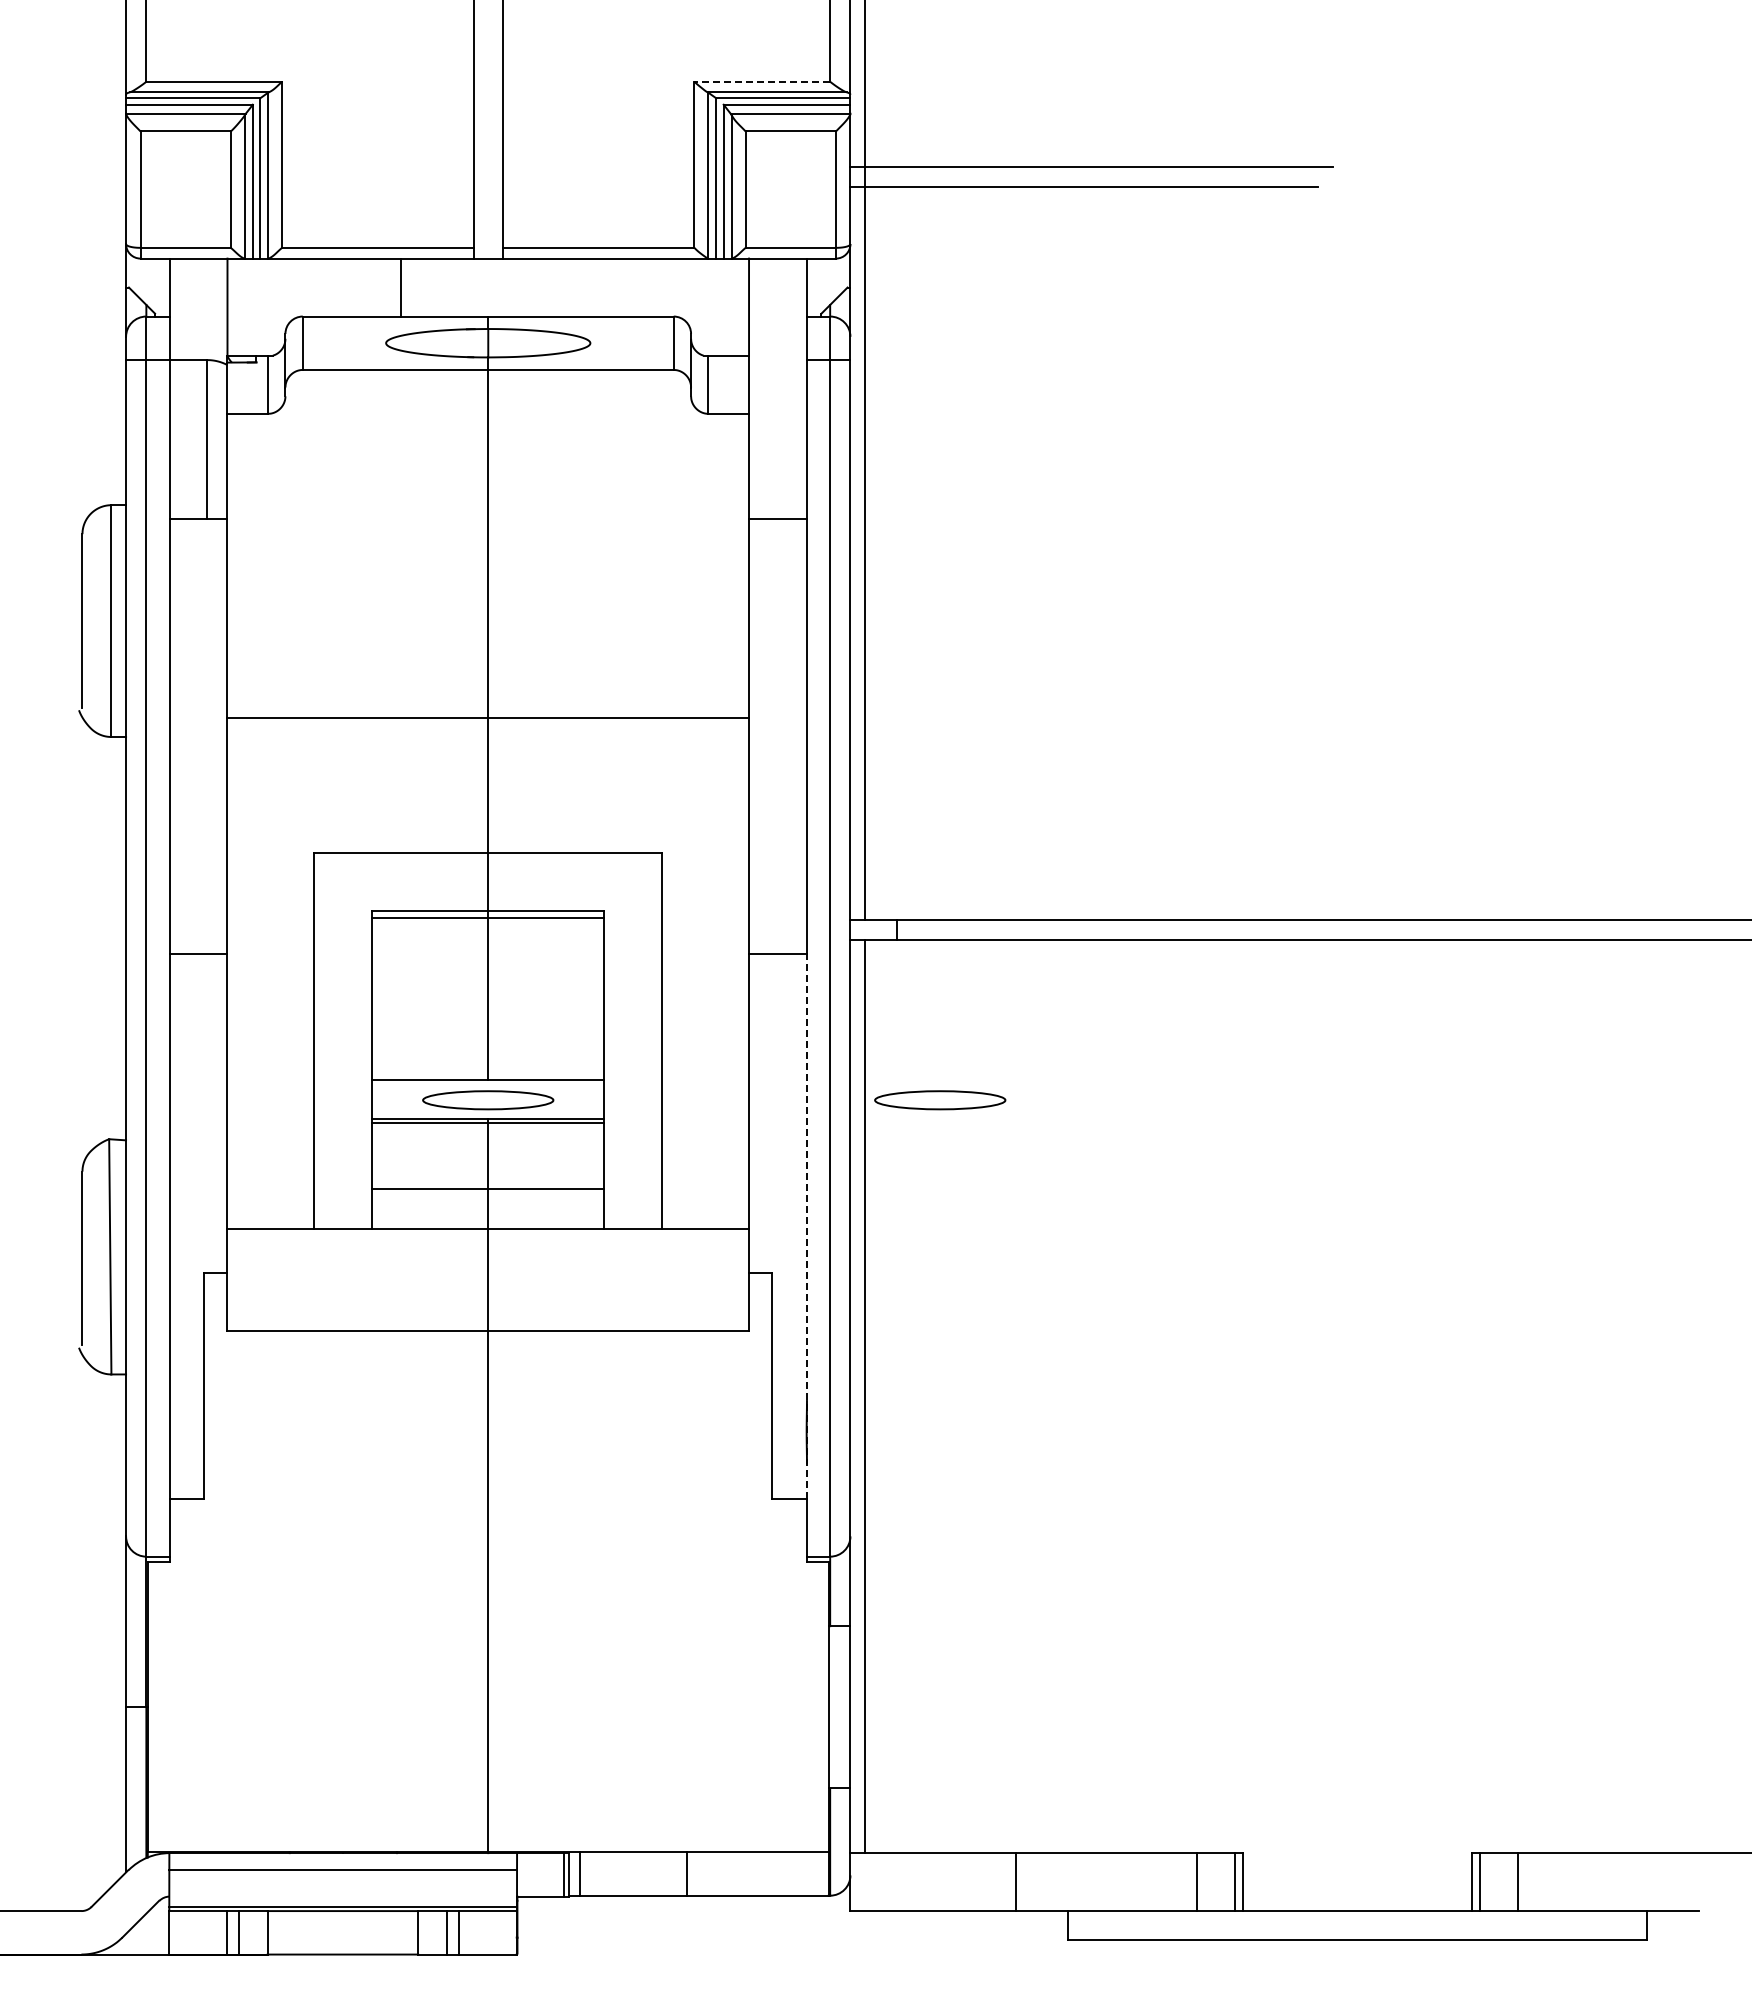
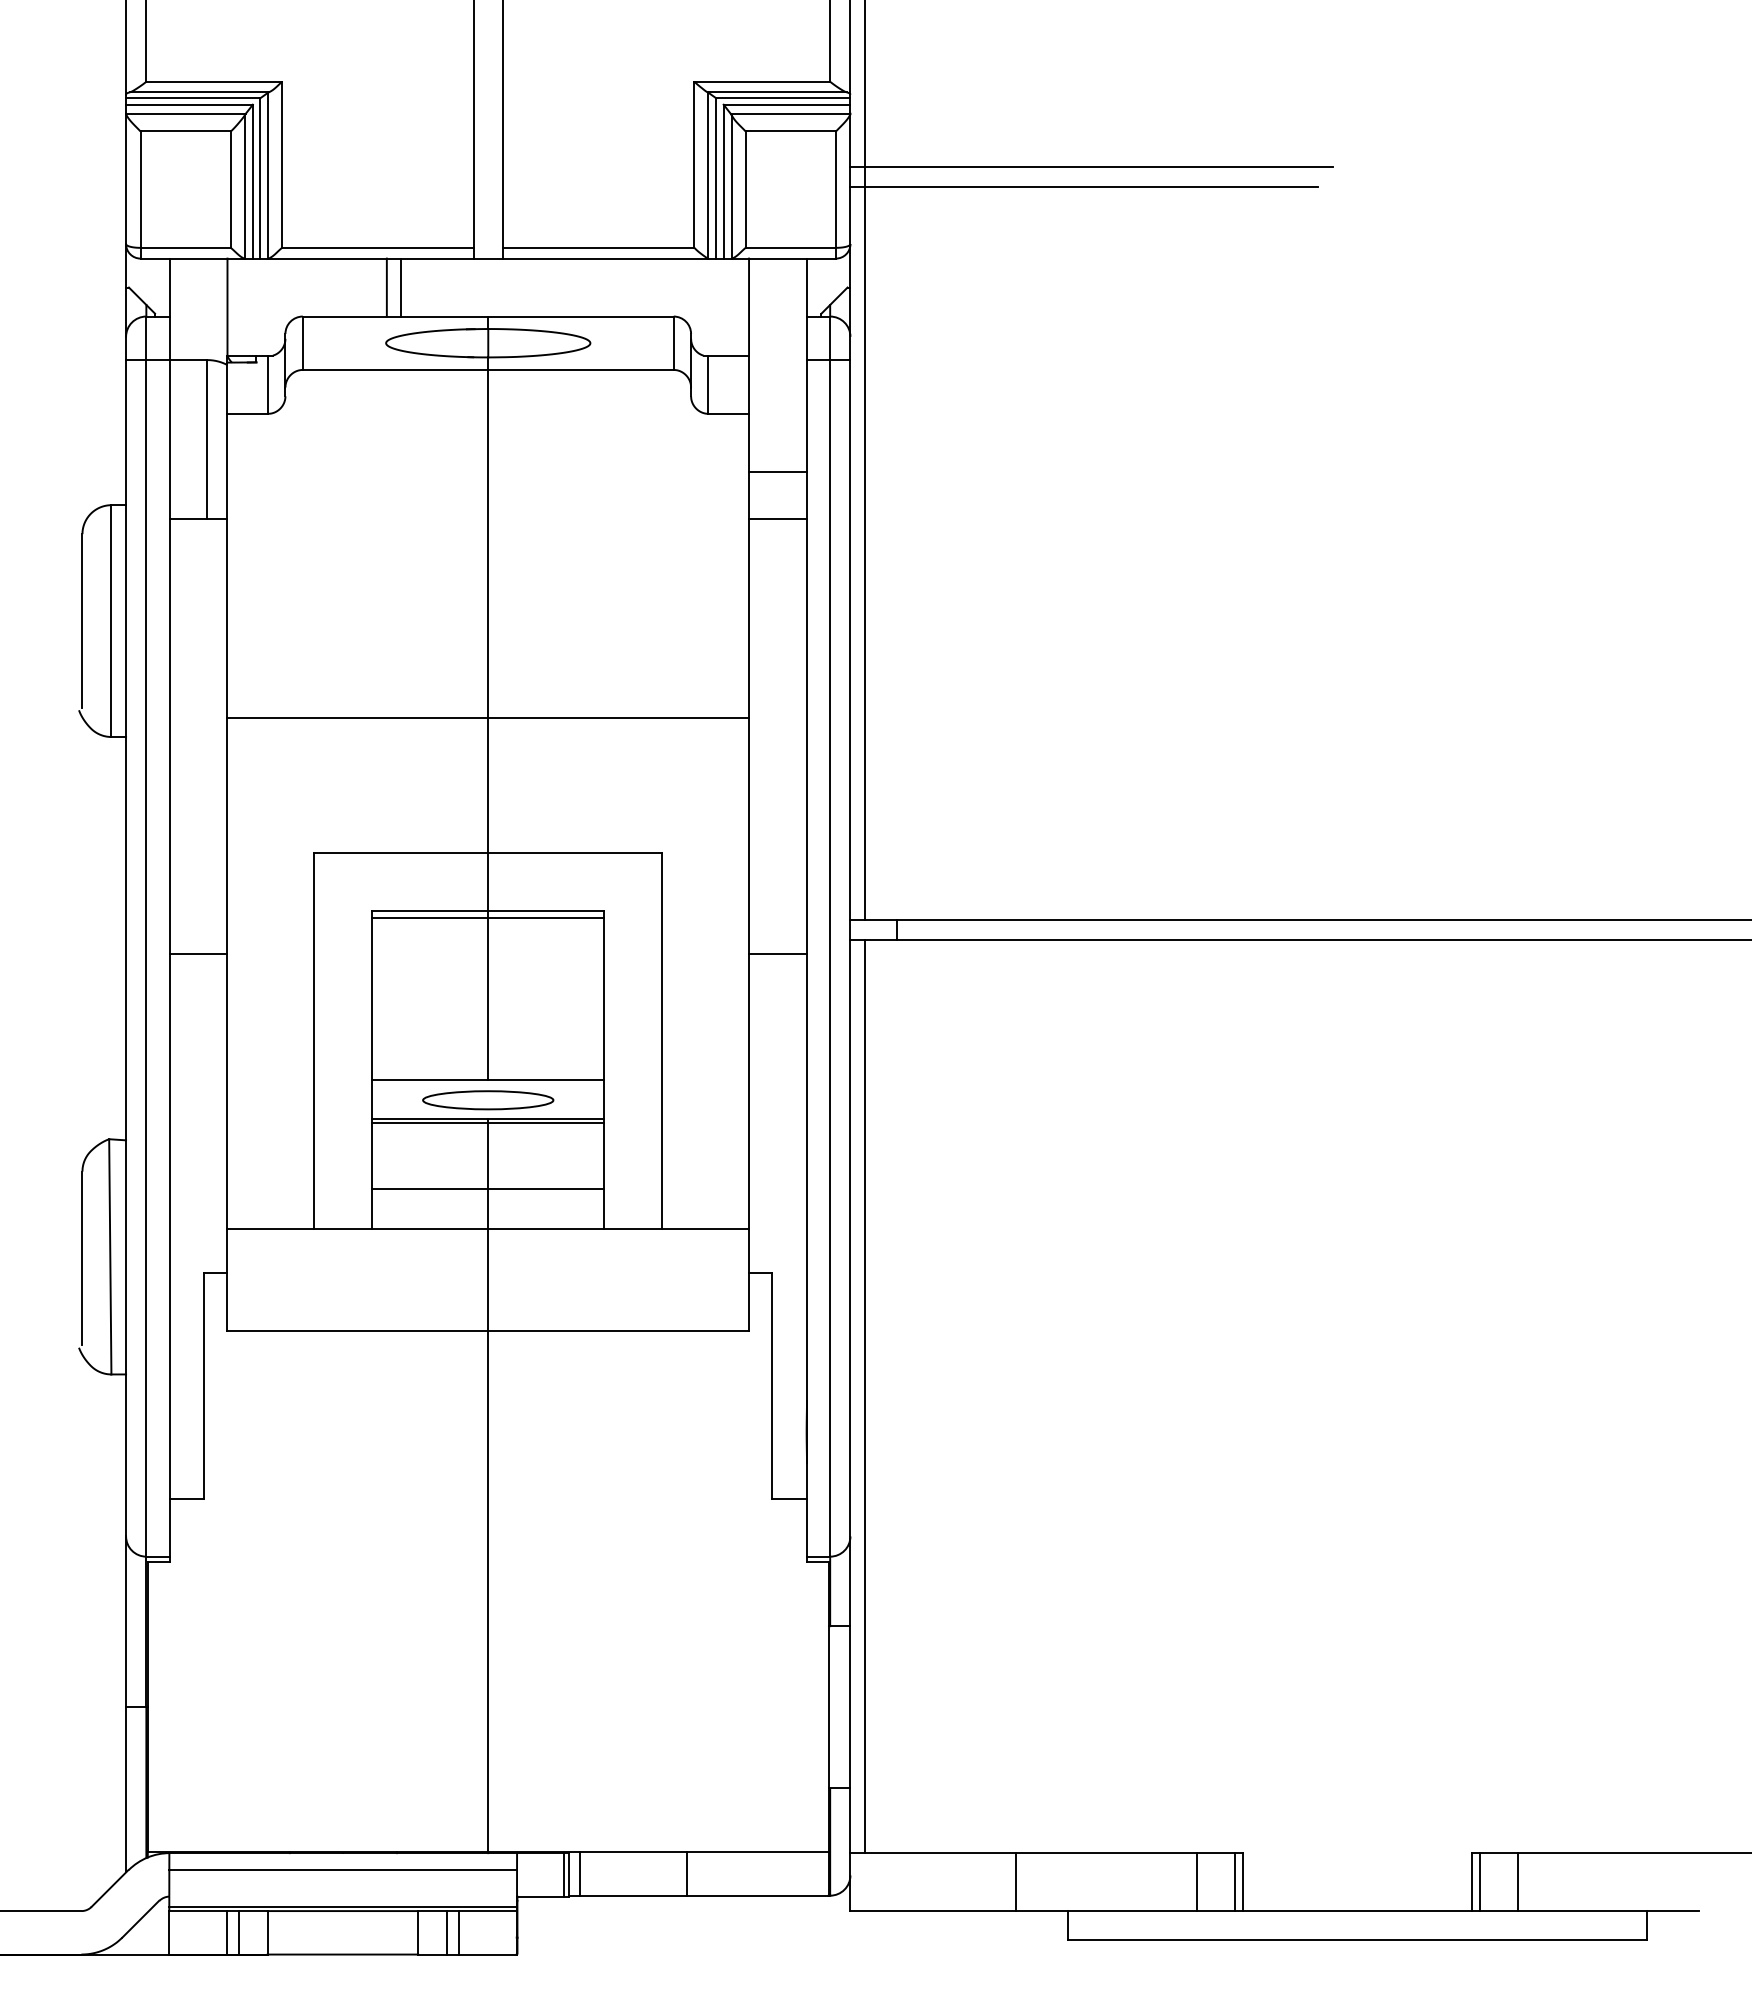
line at (762, 81): dashed -> solid
line at (386, 287): none -> present
line at (777, 471): none -> present
part at (940, 1100): present -> none
line at (806, 1225): dashed -> solid
